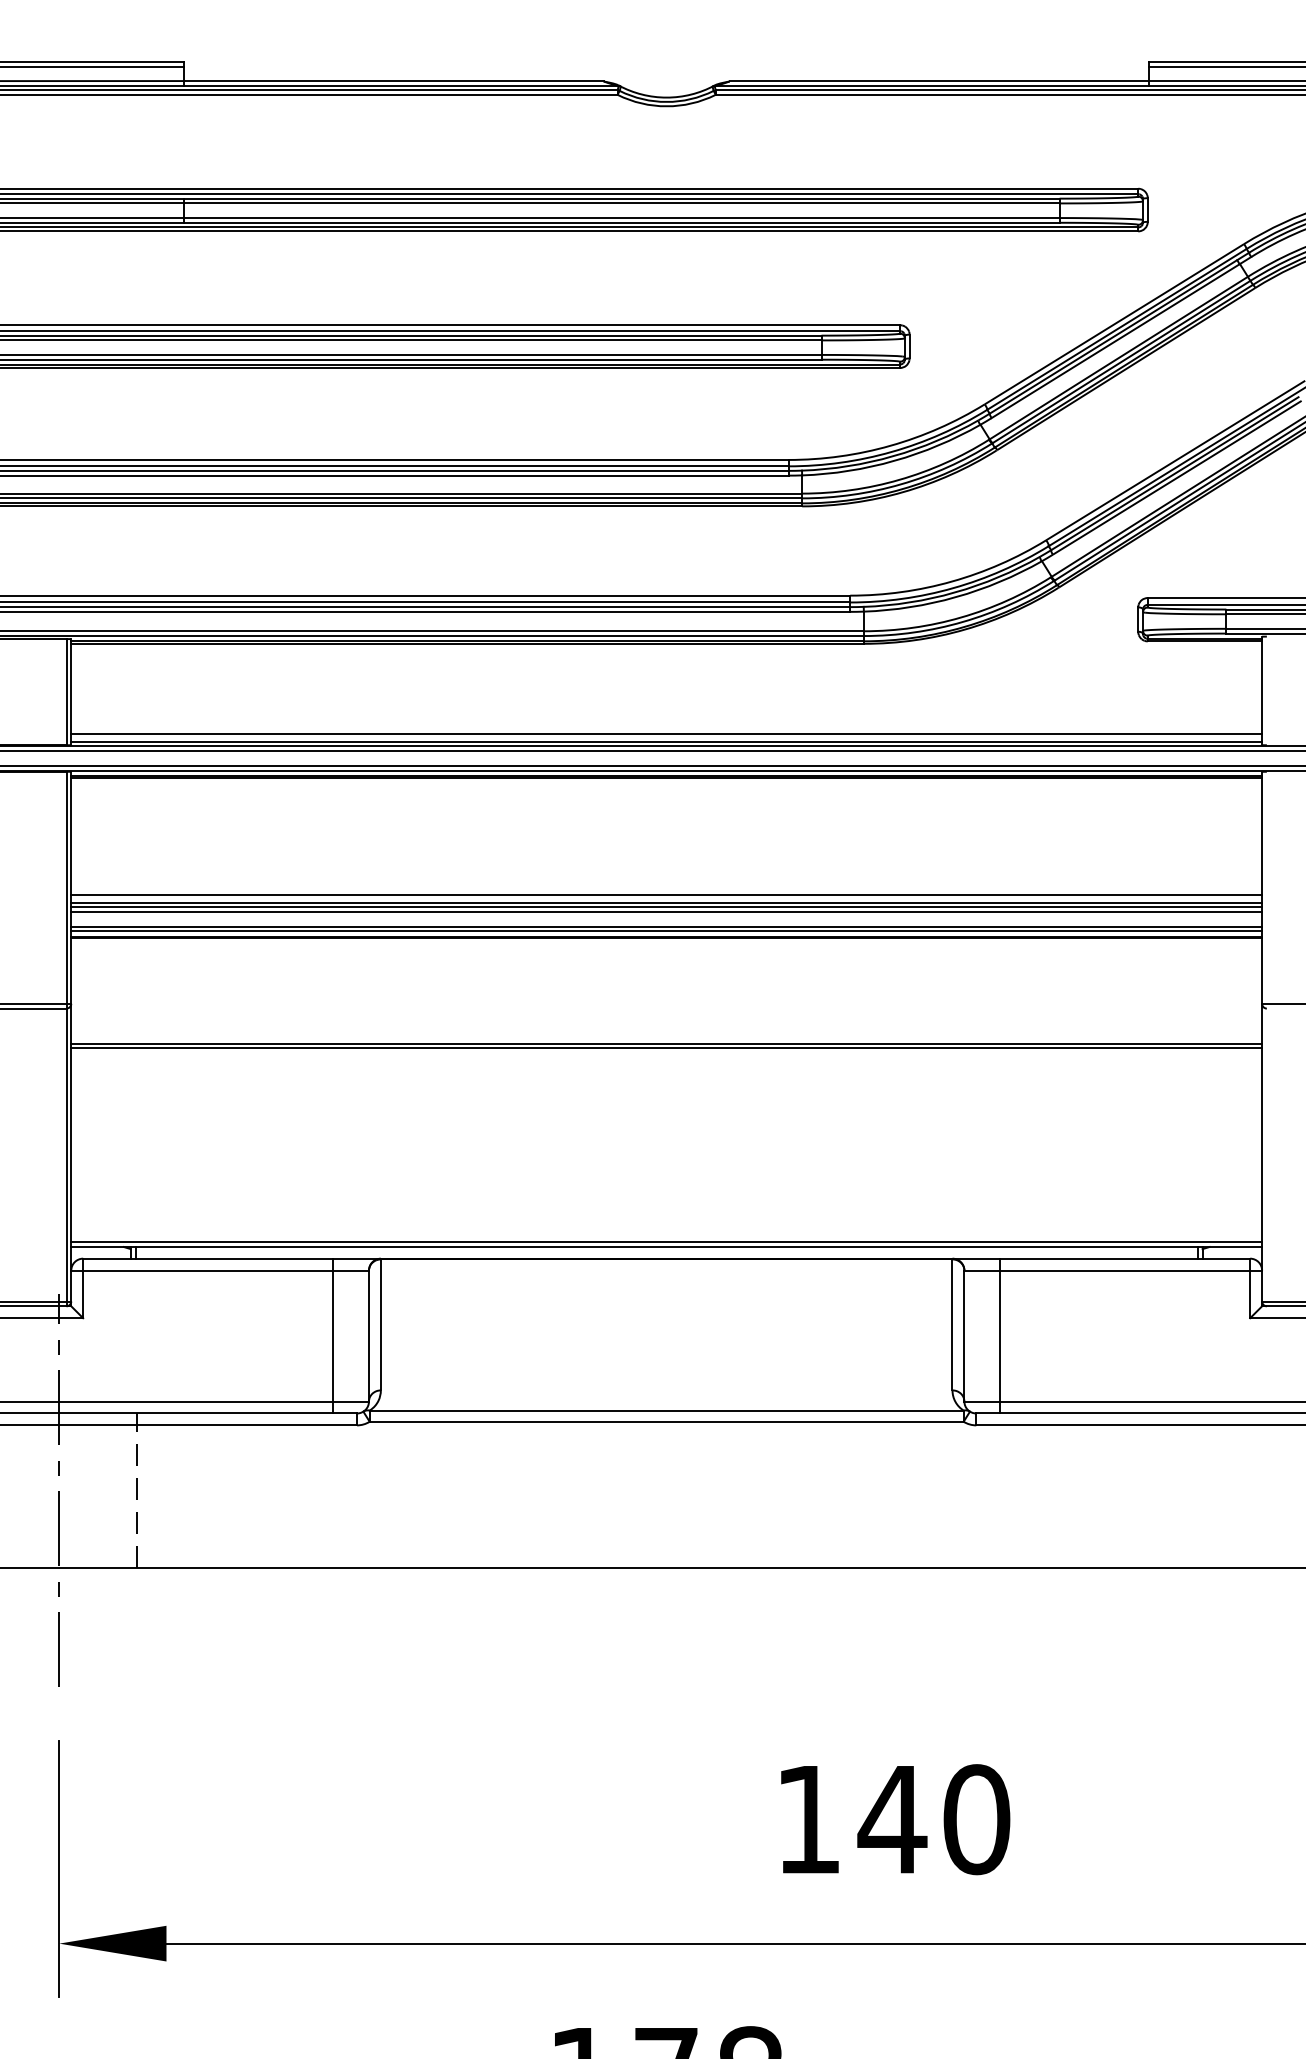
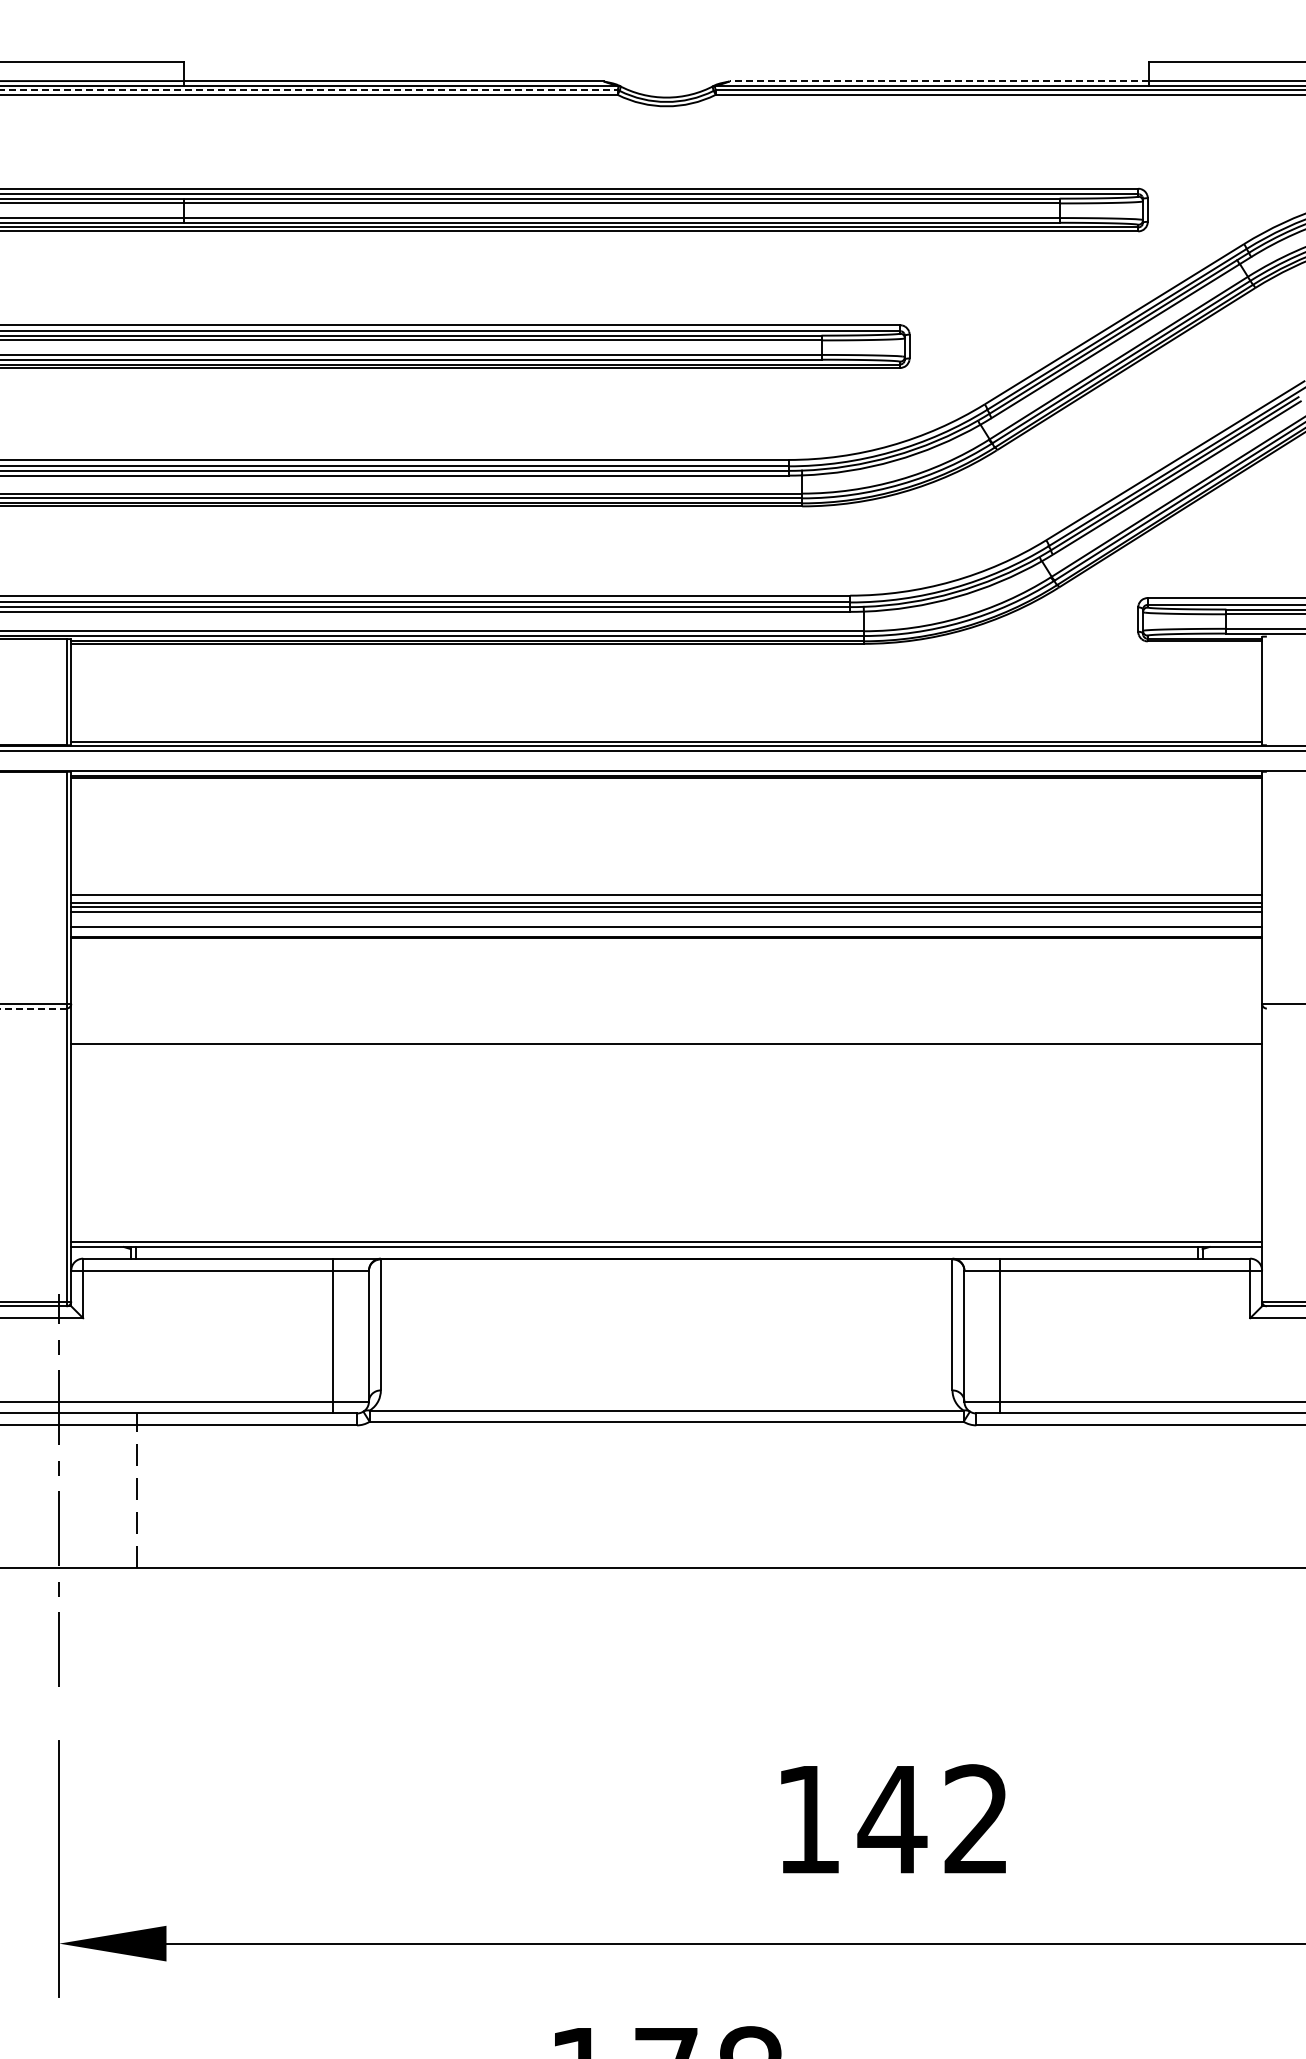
line at (93, 66): present -> none
line at (1225, 66): present -> none
line at (939, 81): solid -> dashed
line at (309, 90): solid -> dashed
line at (666, 734): present -> none
line at (652, 765): present -> none
line at (666, 931): present -> none
line at (33, 1008): solid -> dashed
line at (666, 1047): present -> none
text at (976, 1819): 140 -> 142
